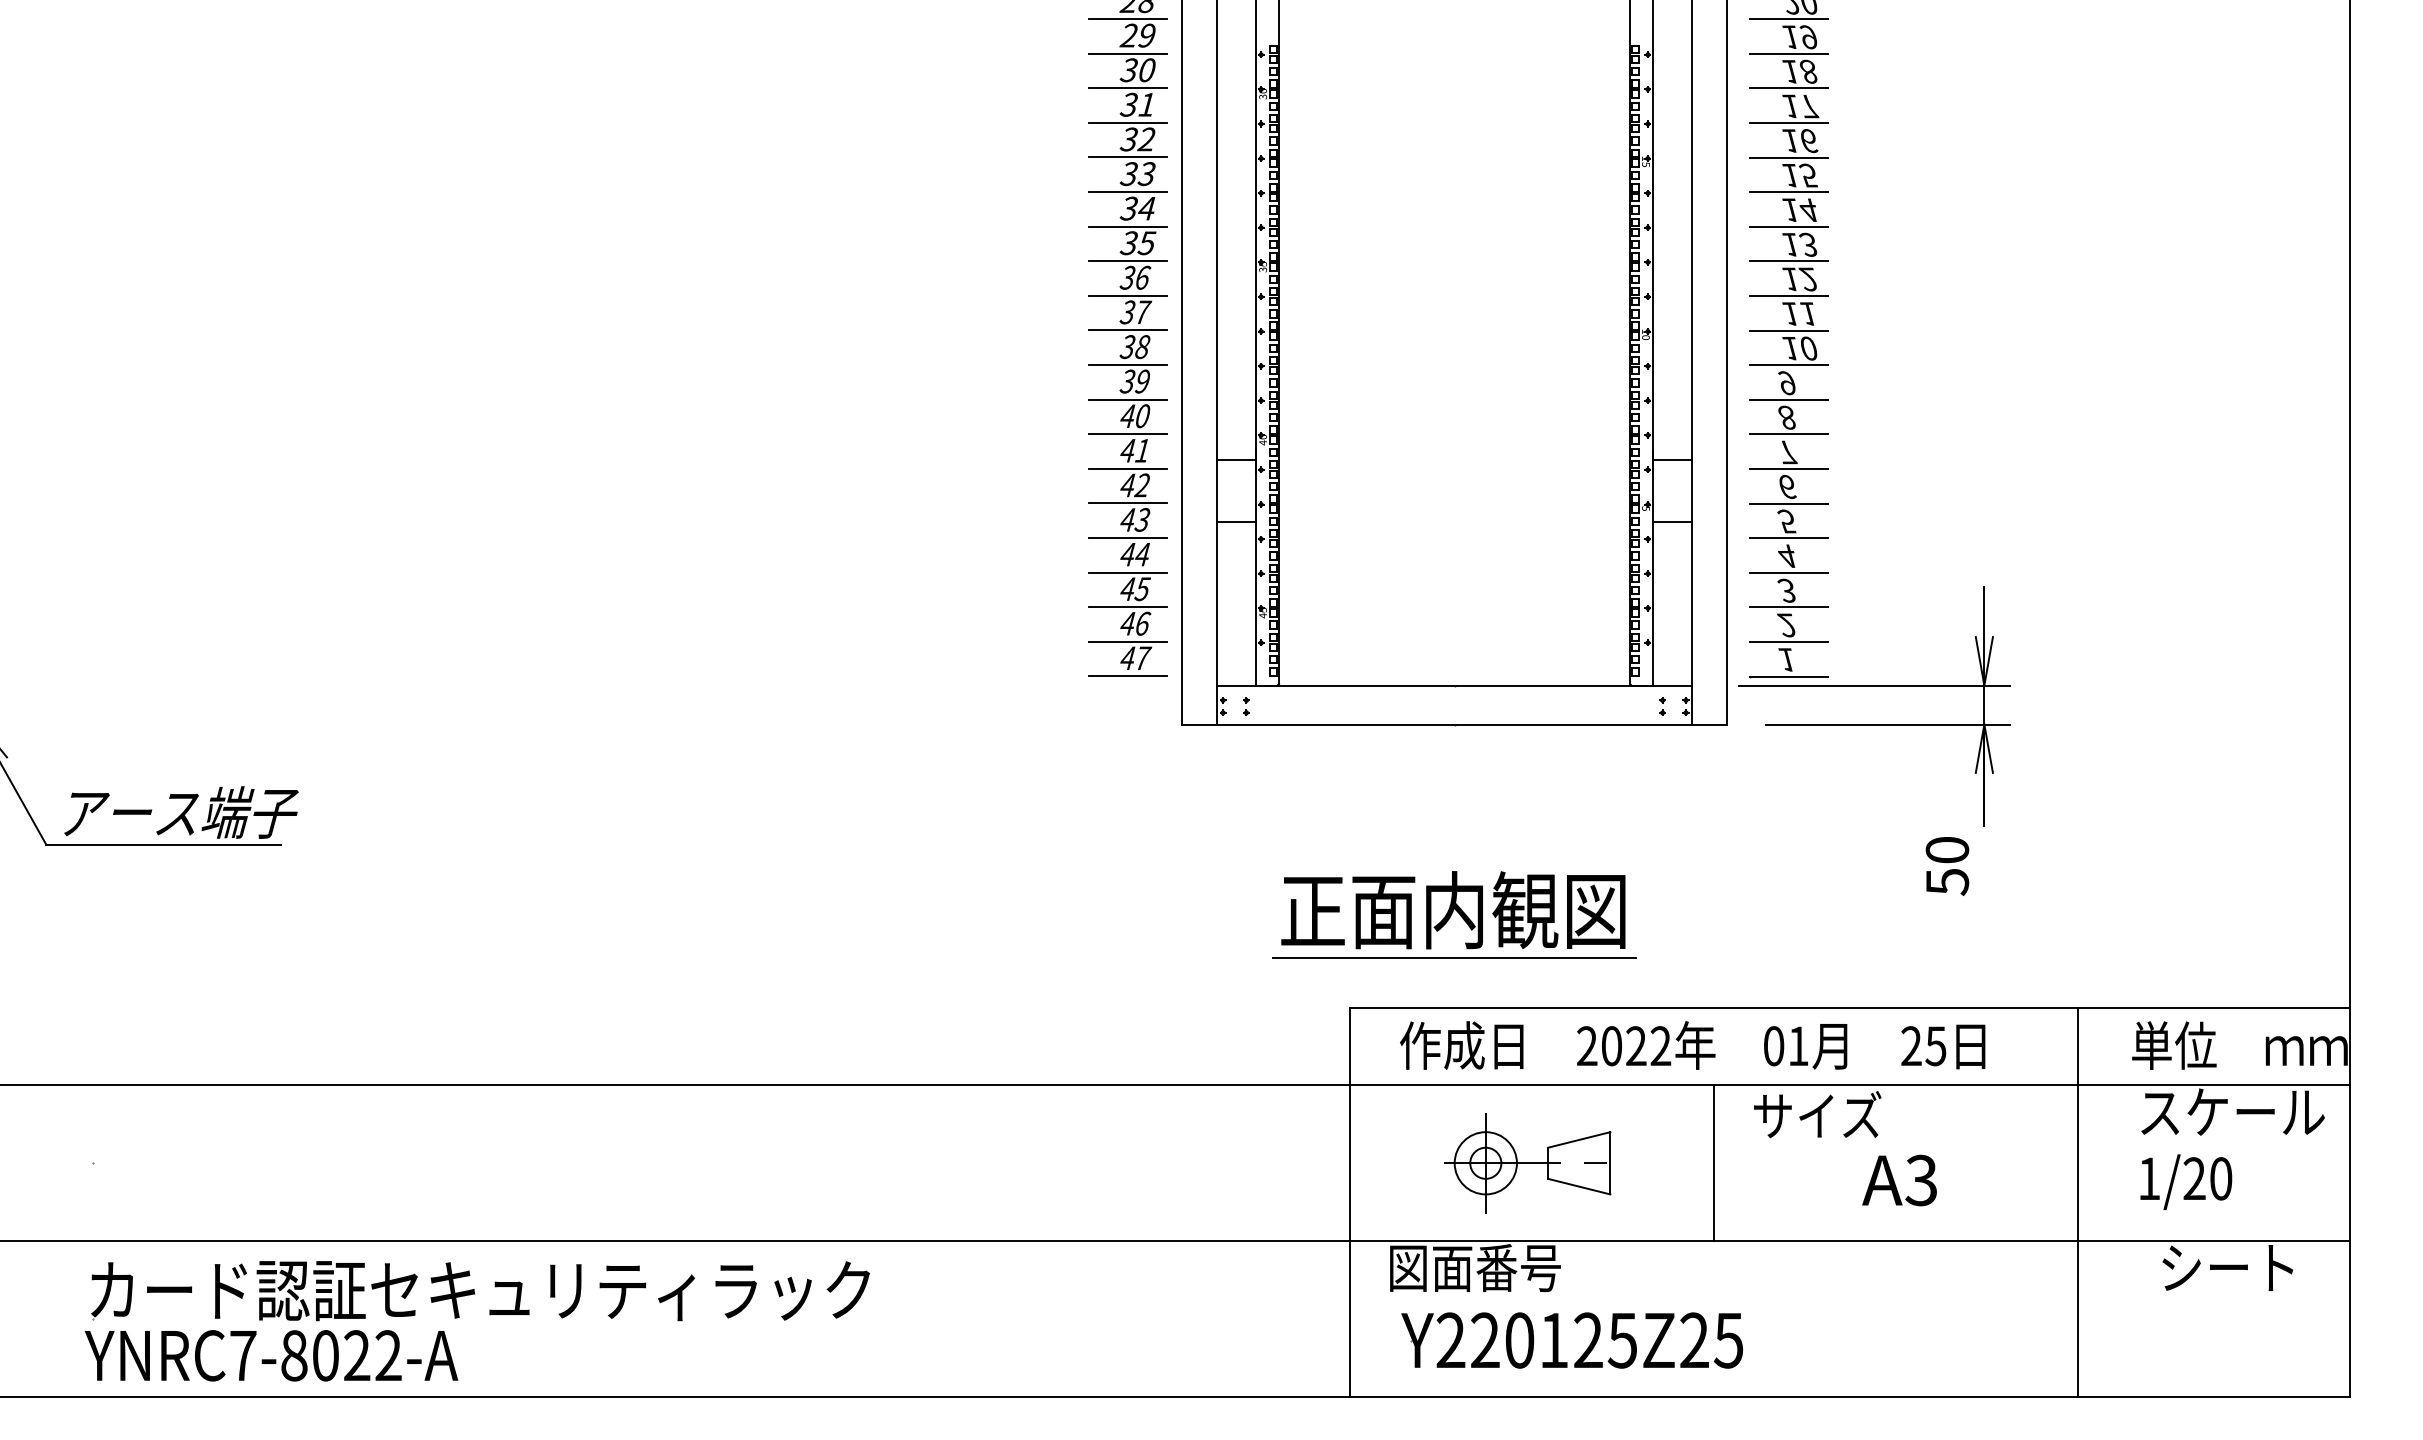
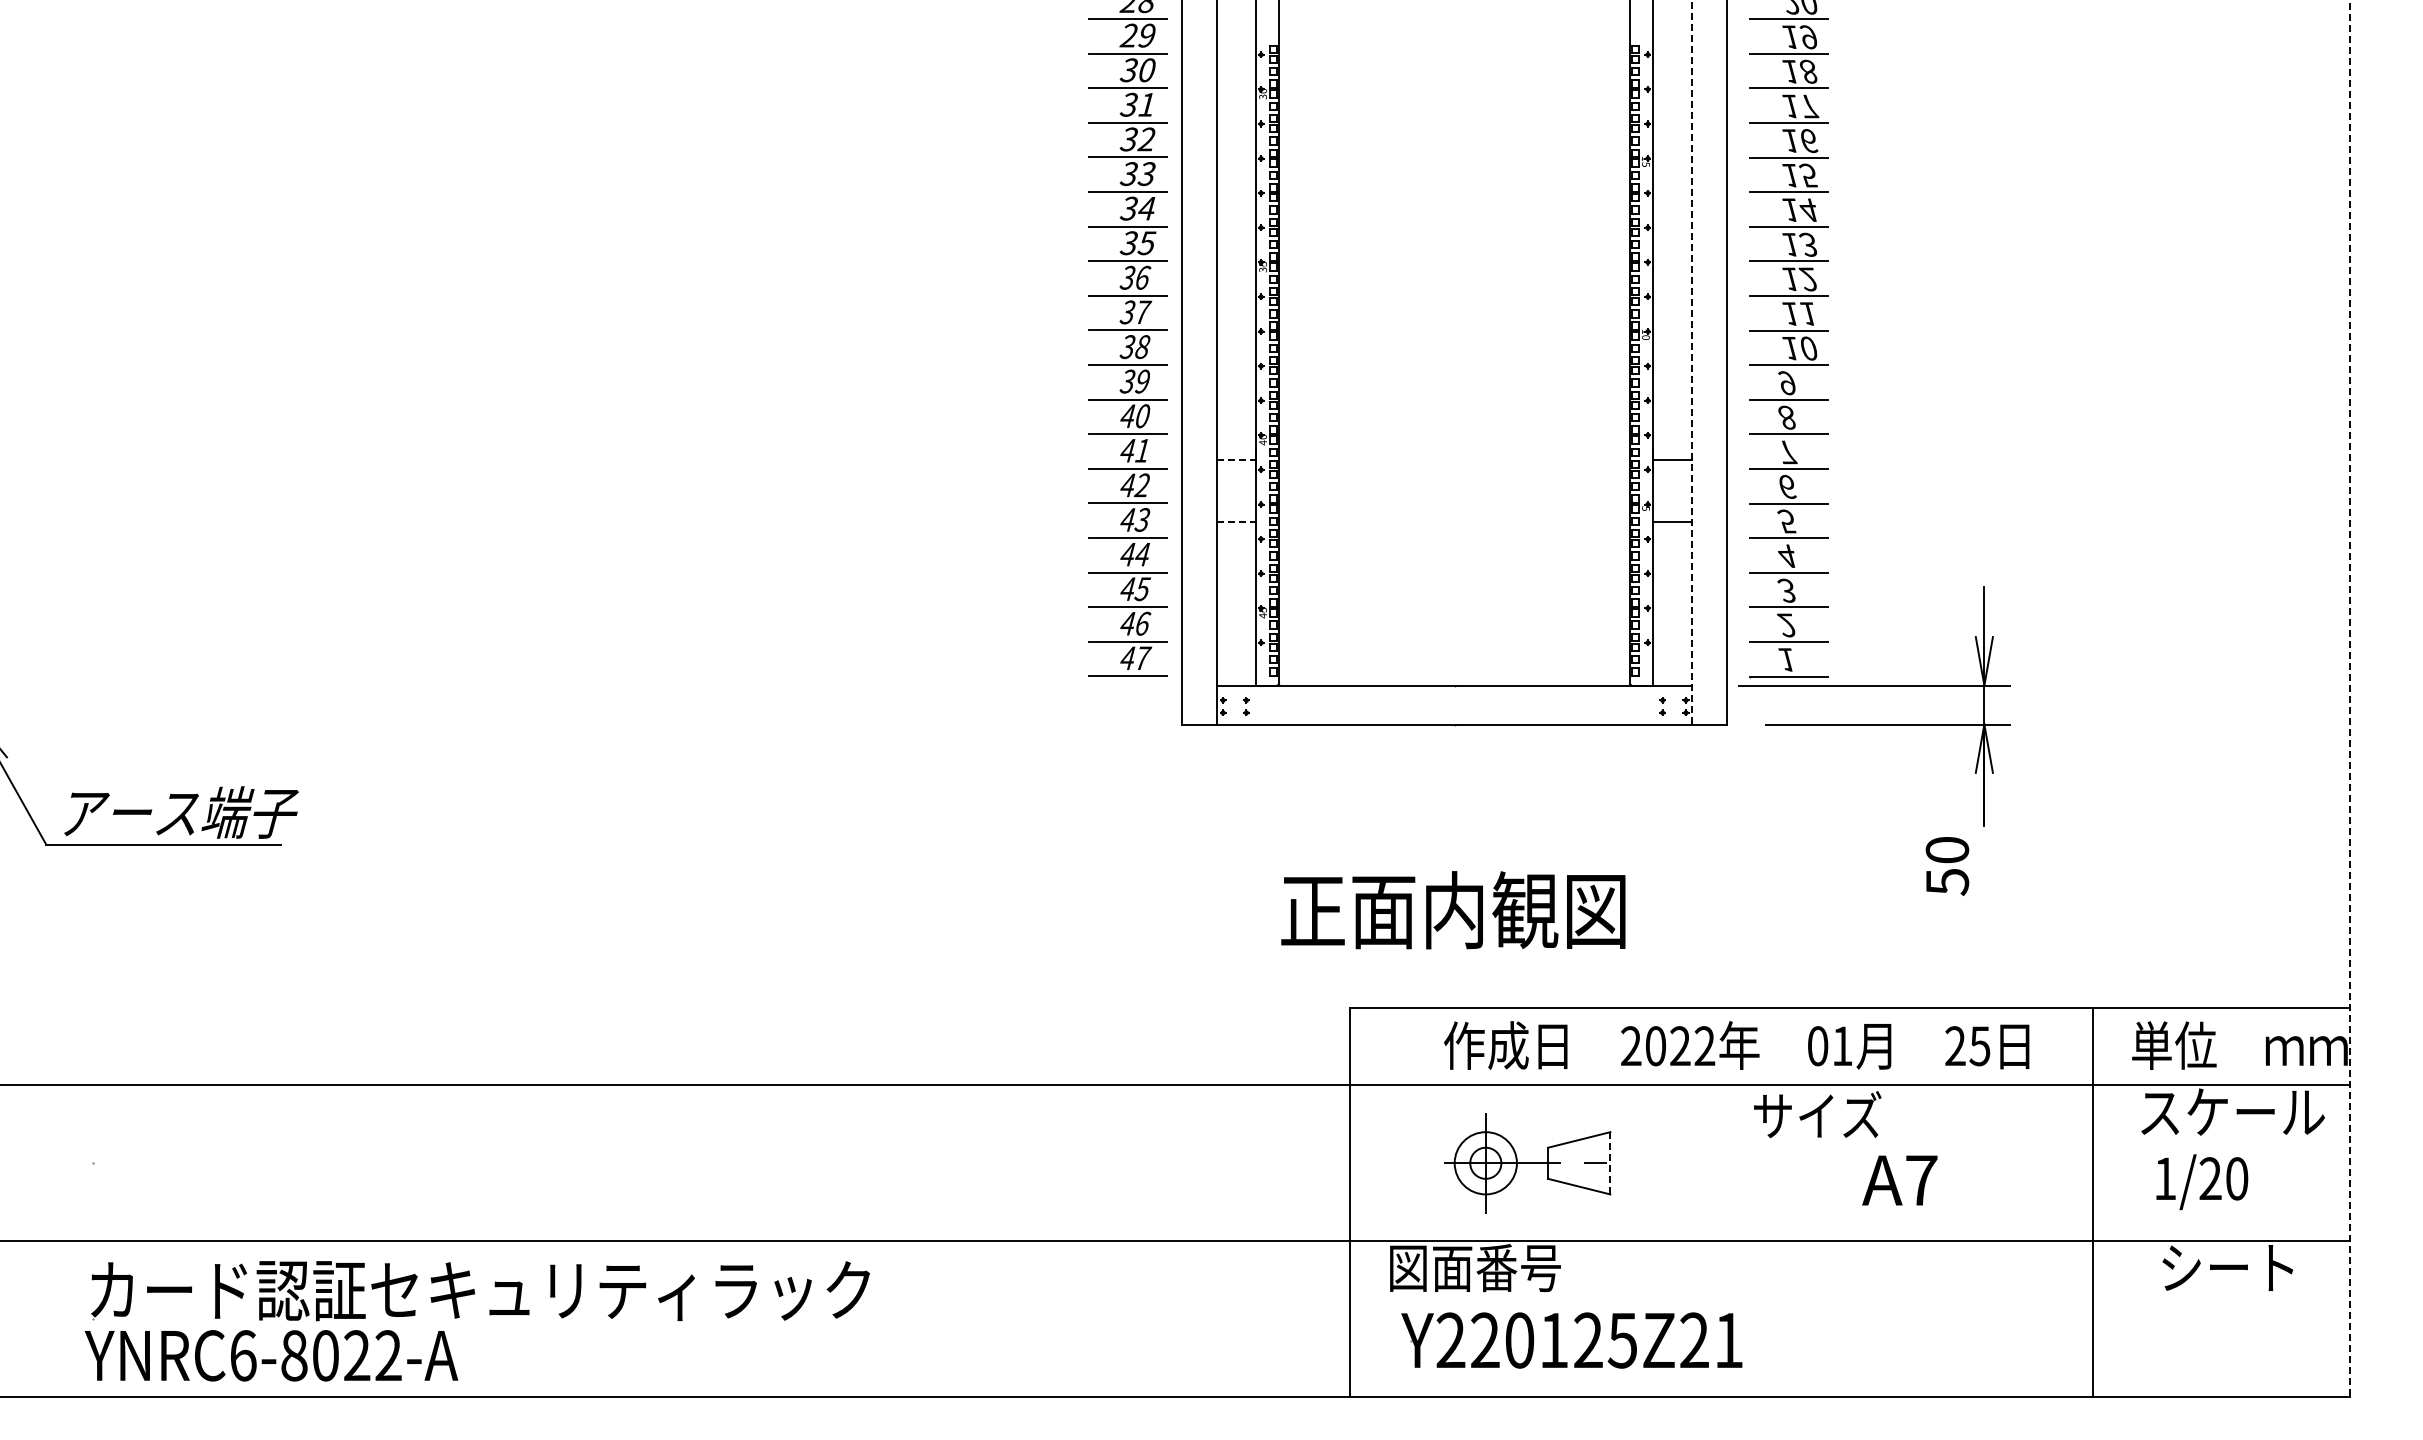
line at (1691, 362): solid -> dashed
line at (1236, 459): solid -> dashed
line at (1236, 522): solid -> dashed
line at (2350, 698): solid -> dashed
line at (1454, 957): present -> none
text at (1692, 1045) position: (1692, 1045) -> (1736, 1045)
line at (1610, 1163): solid -> dashed
line at (1714, 1163): present -> none
text at (1921, 1180): A3 -> A7
text at (2186, 1182) position: (2186, 1182) -> (2202, 1182)
line at (2077, 1201) position: (2077, 1201) -> (2092, 1201)
text at (1727, 1340): Y220125Z25 -> Y220125Z21
text at (243, 1355): YNRC7-8022-A -> YNRC6-8022-A
